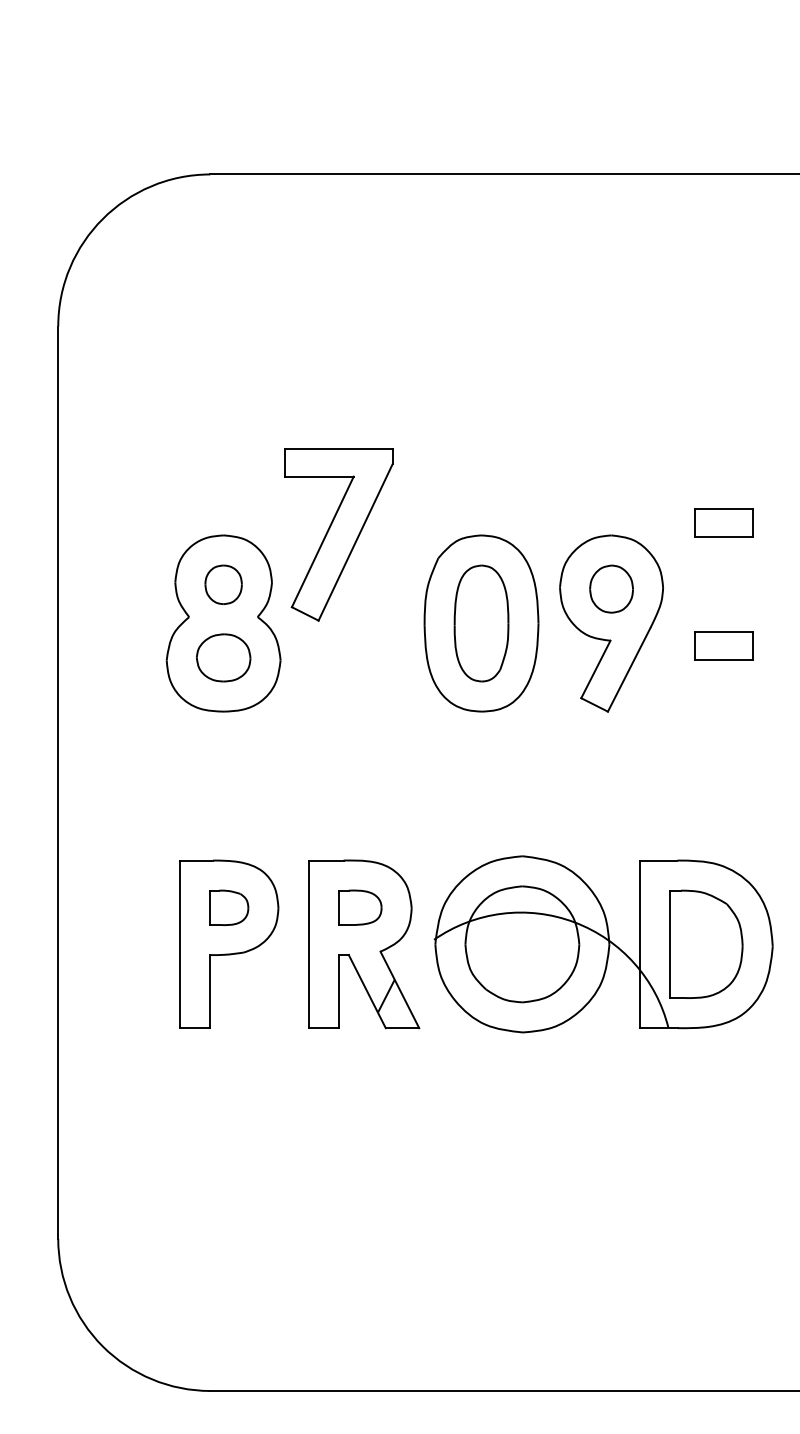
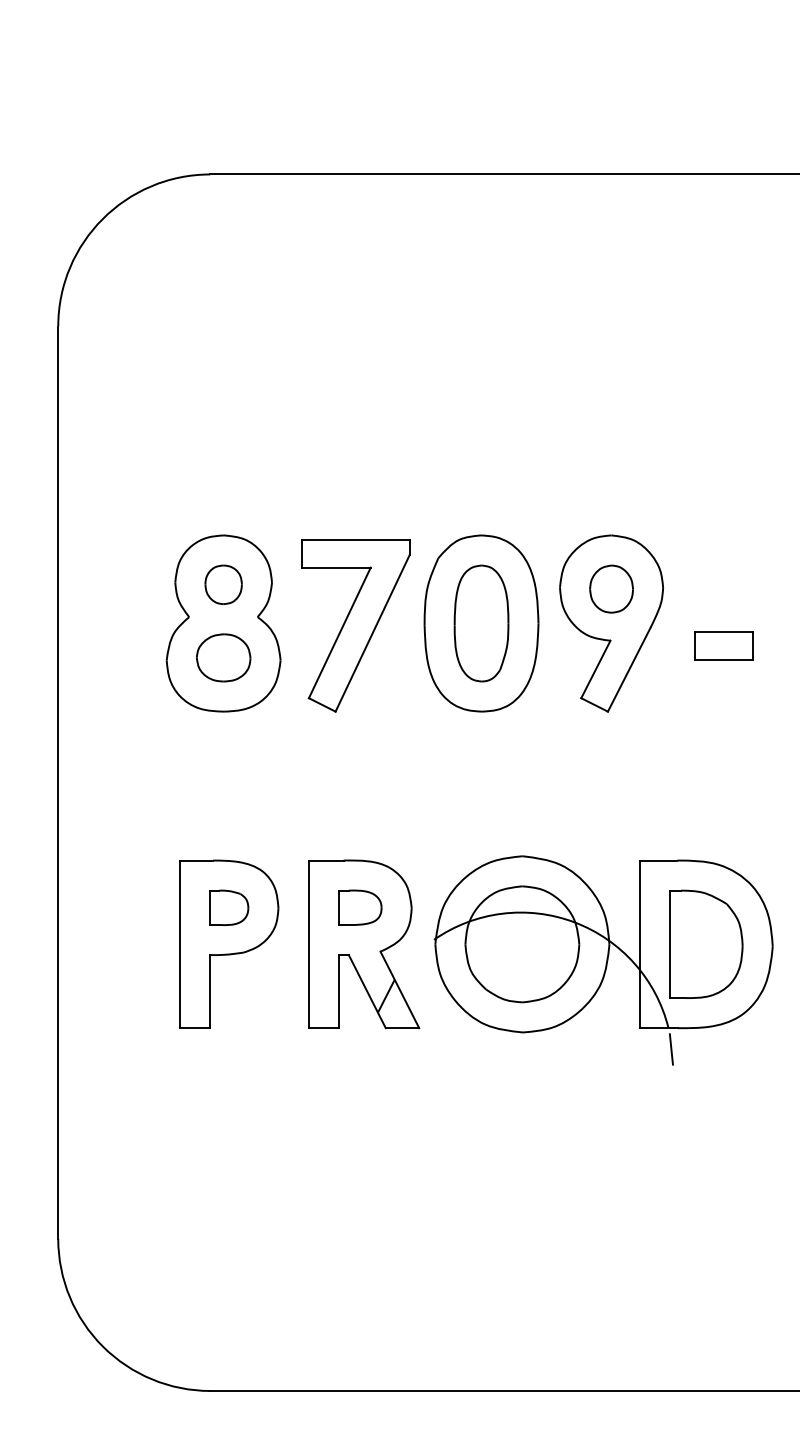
part at (723, 522): present -> none
part at (338, 534) position: (338, 534) -> (355, 625)
line at (670, 1049): none -> present
